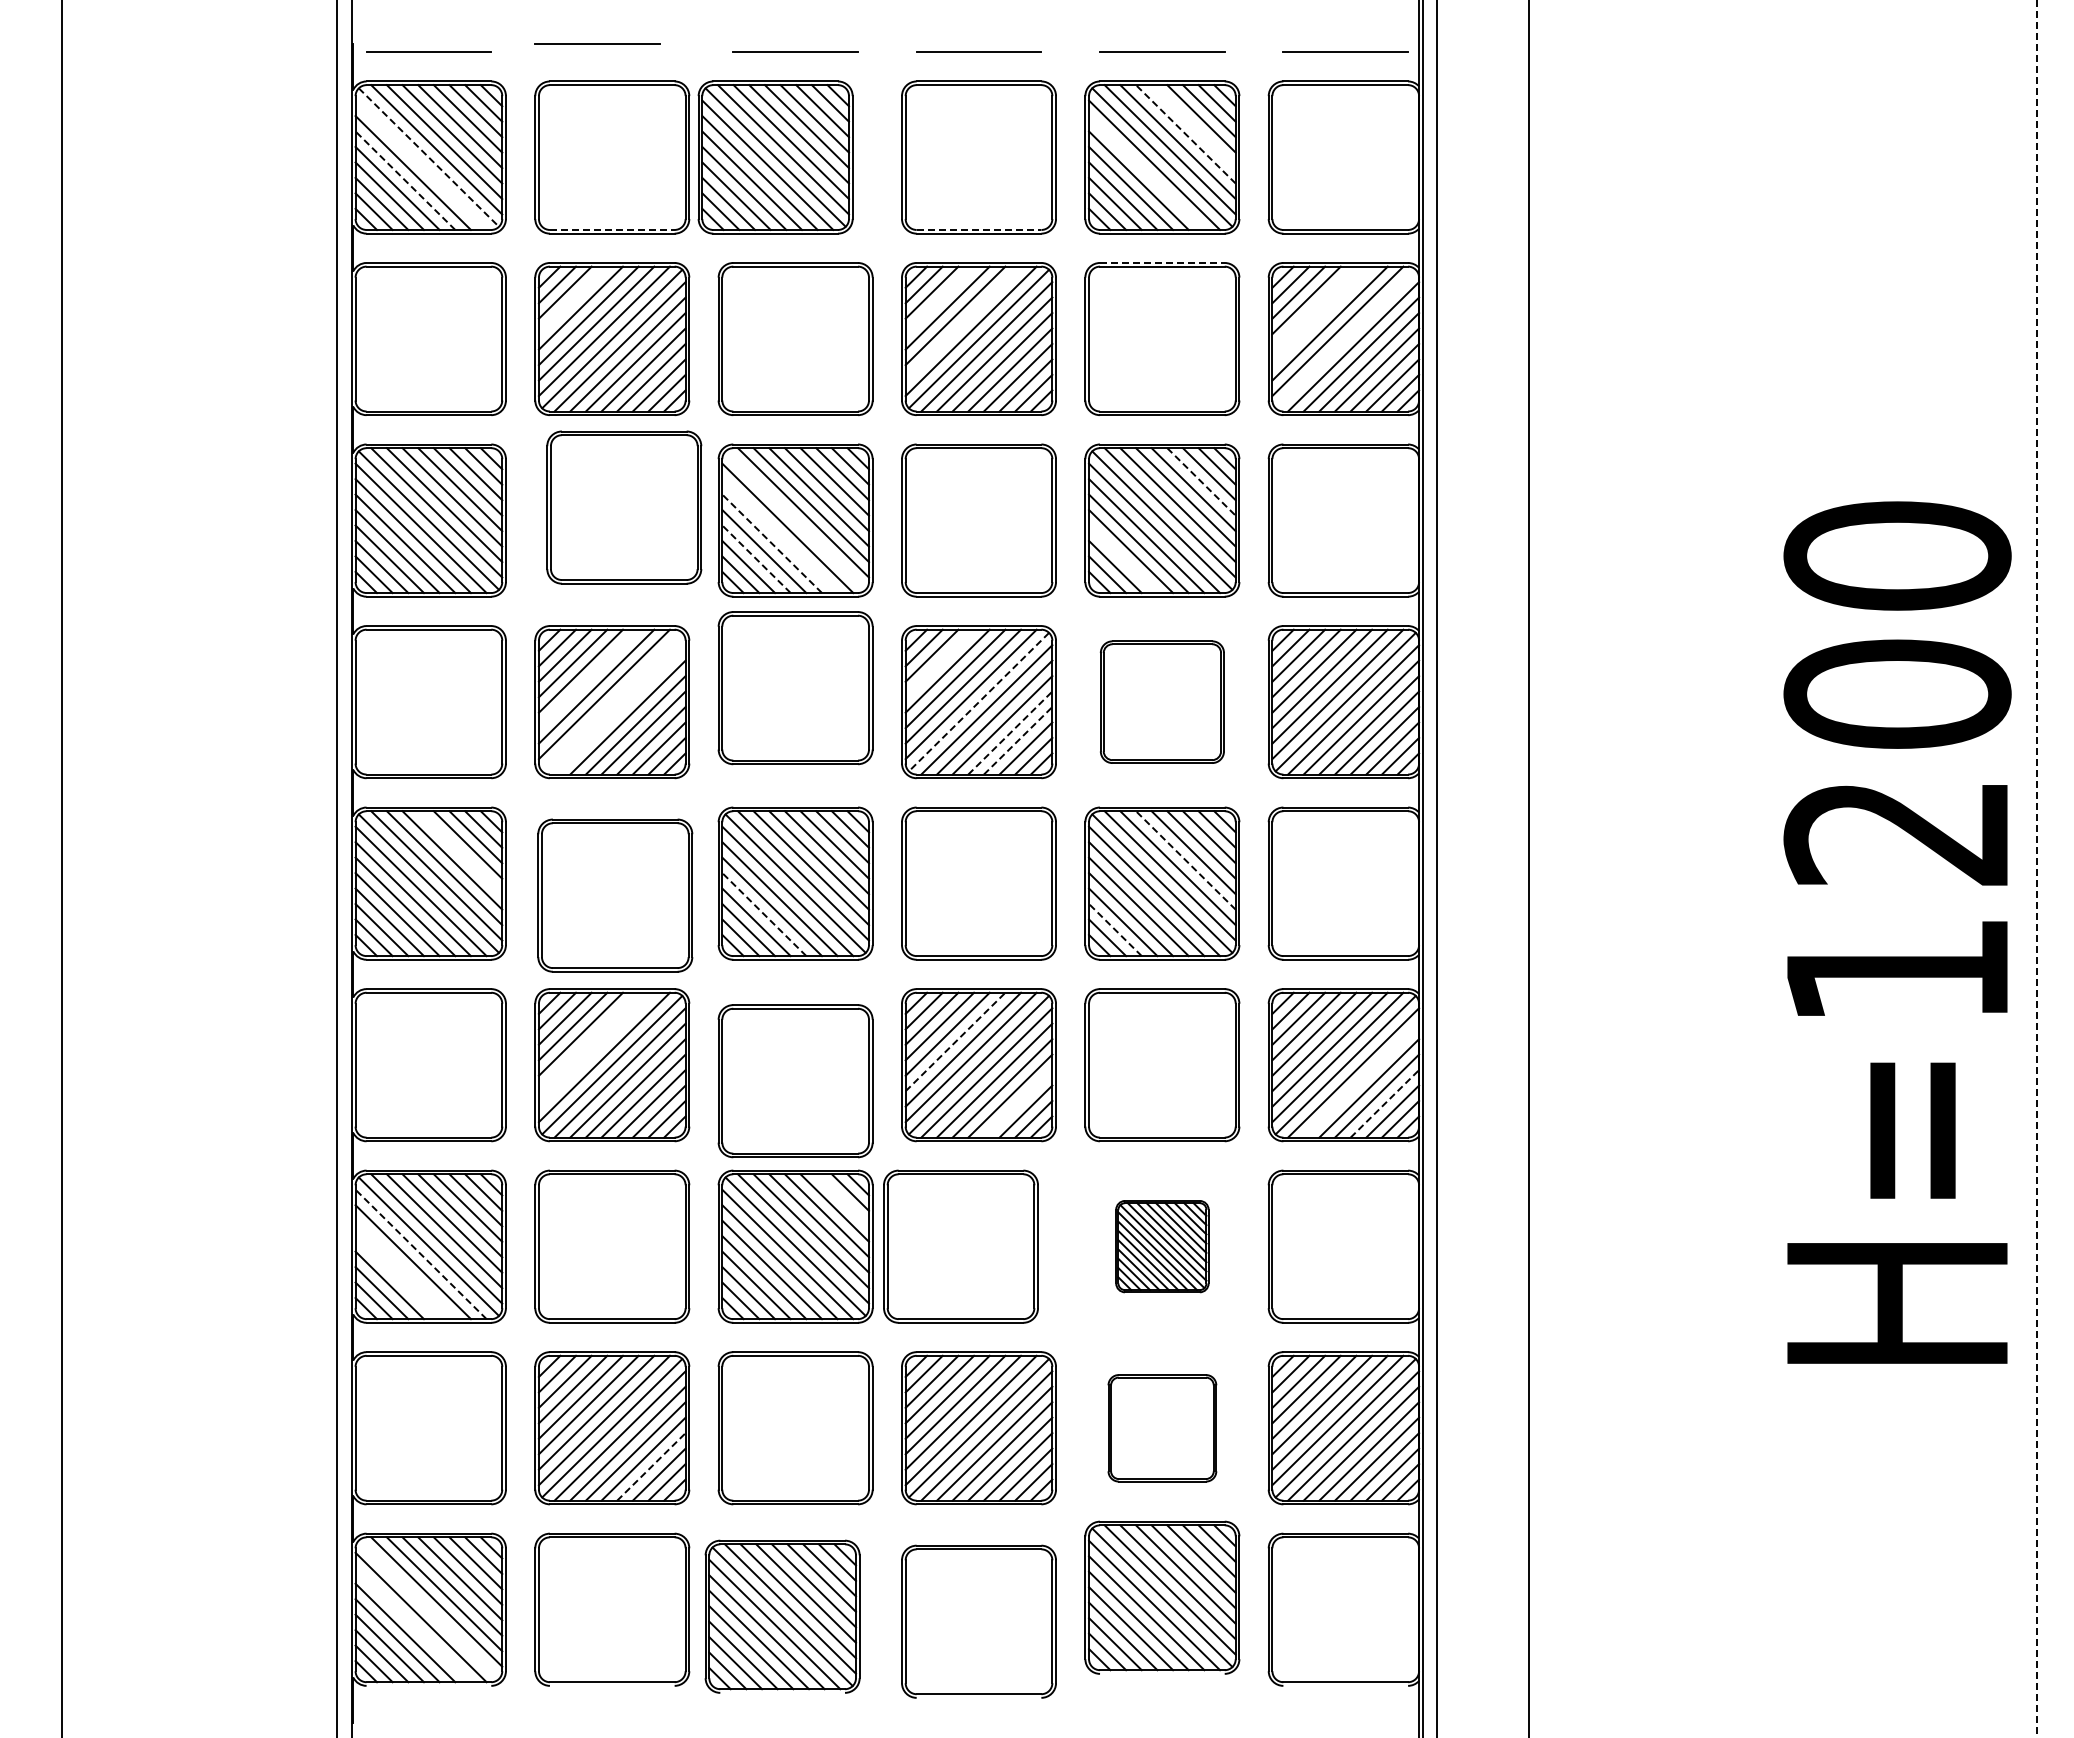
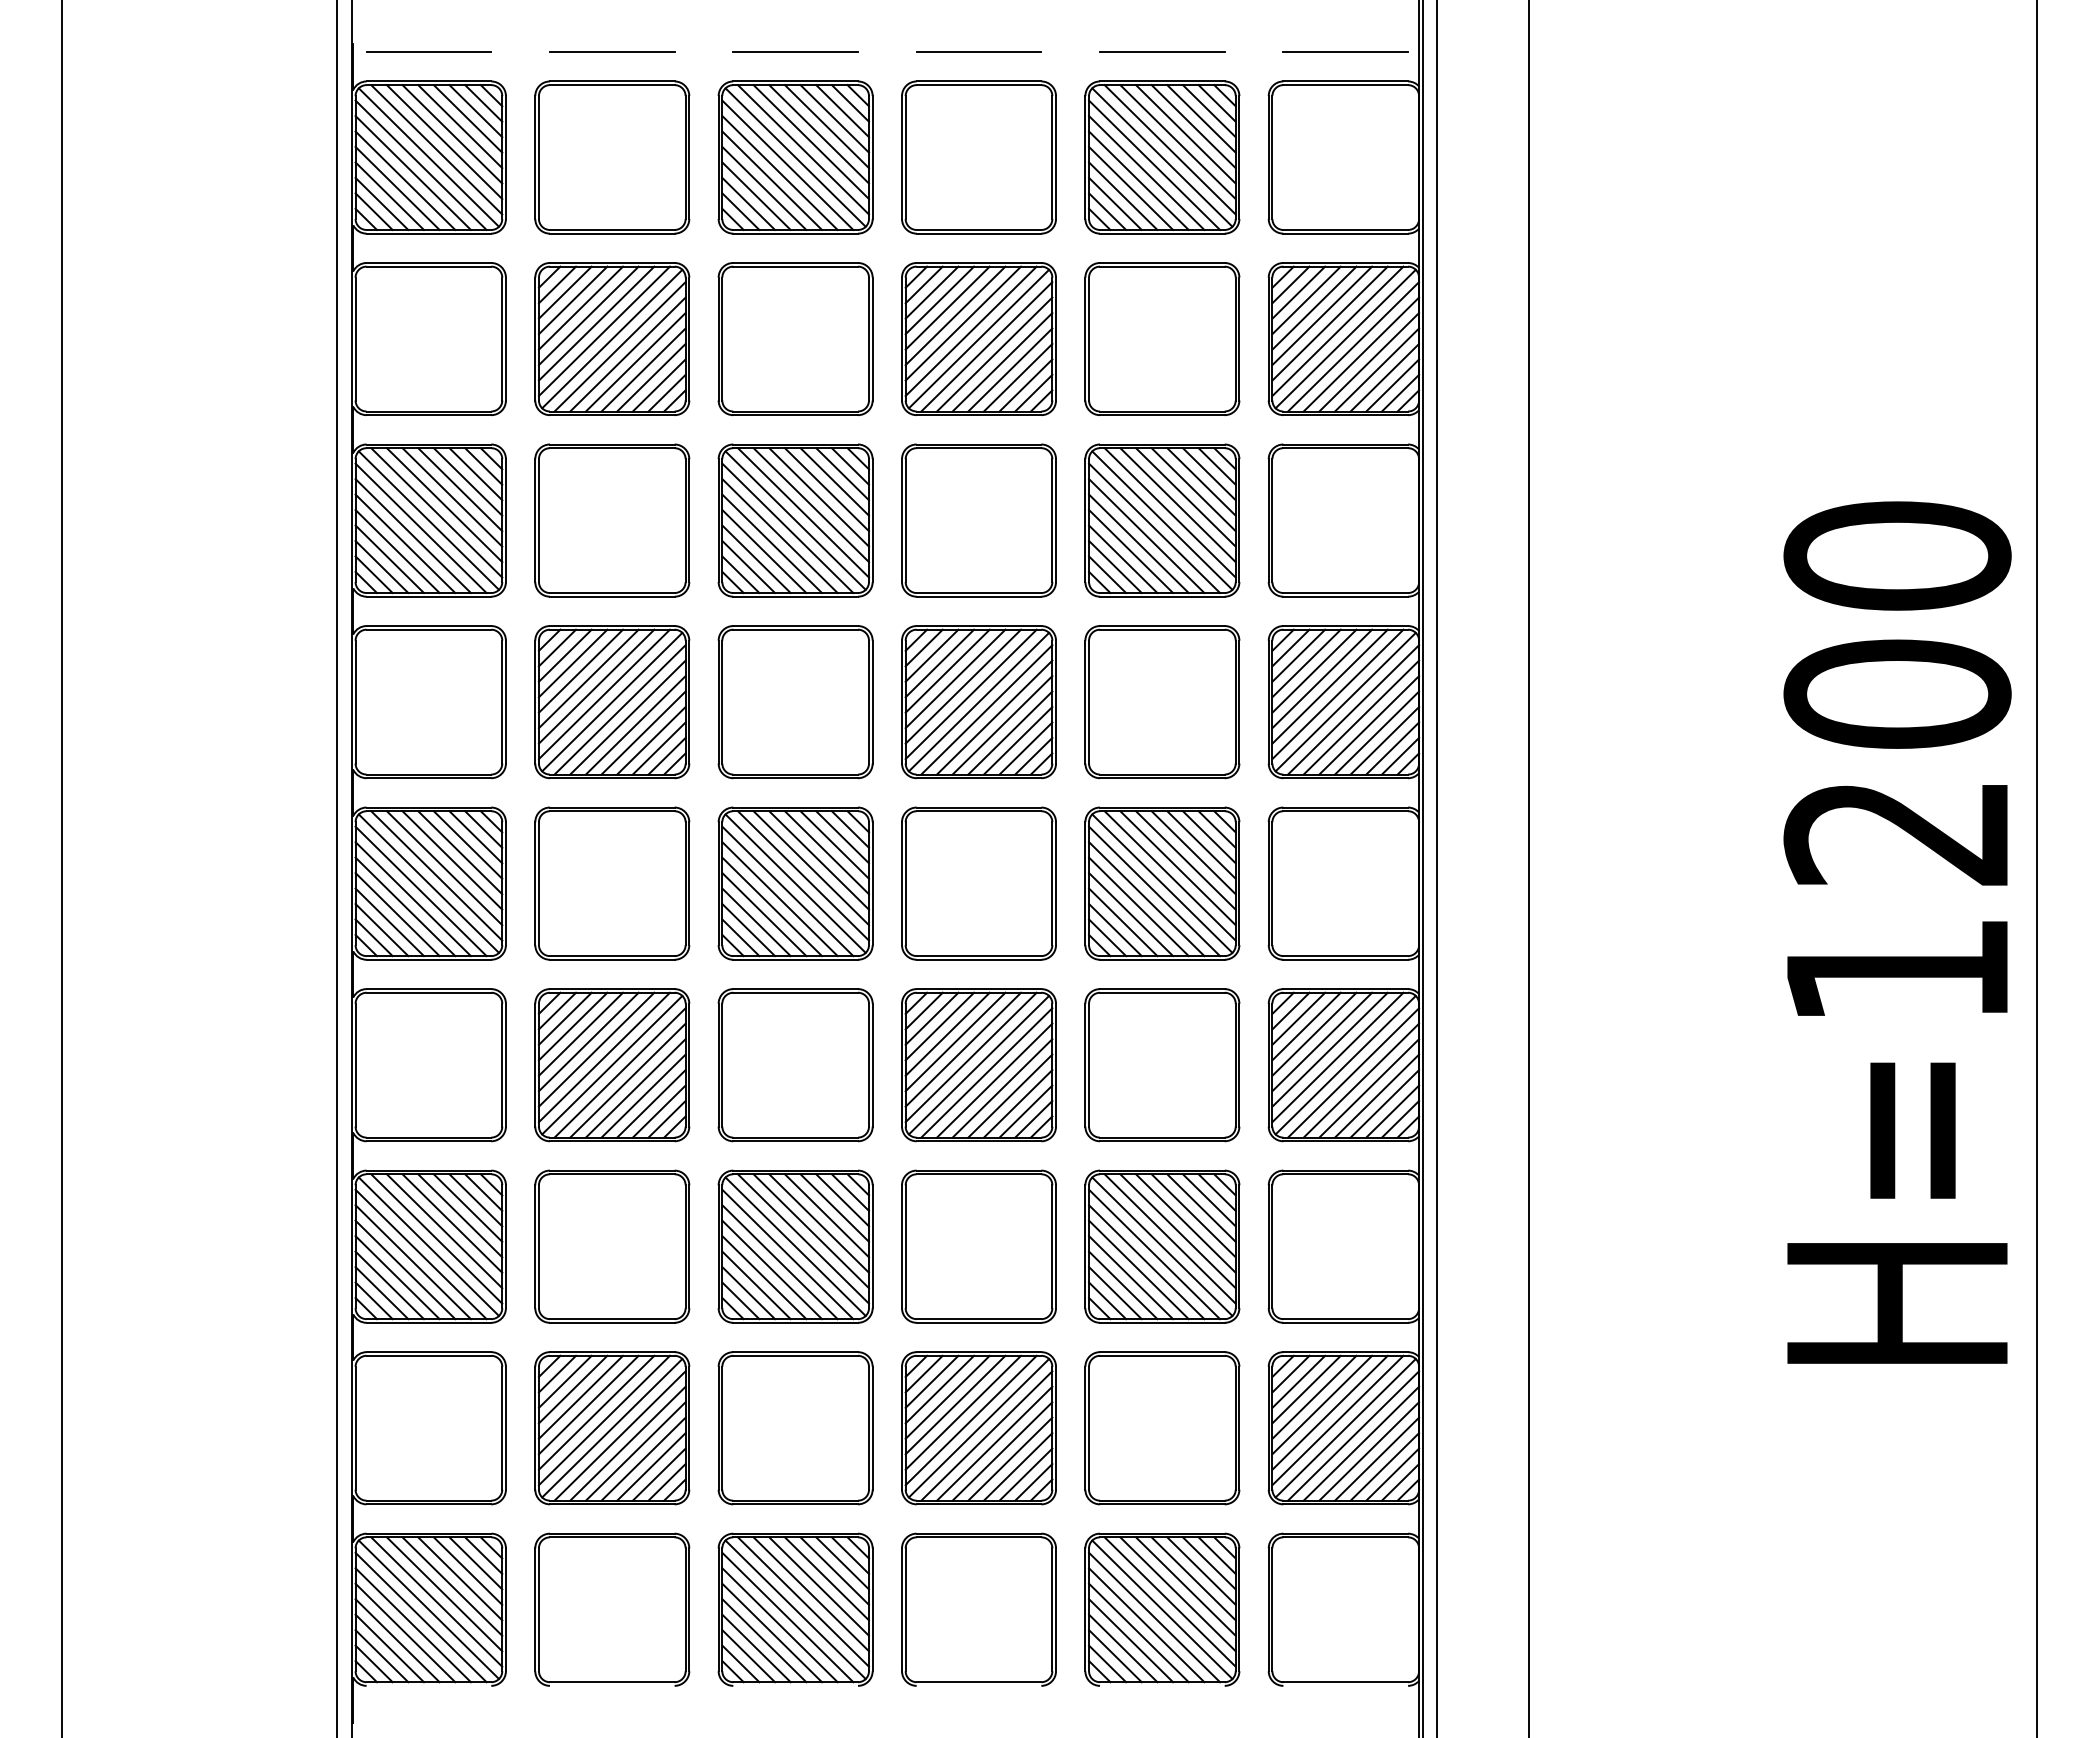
line at (597, 43) position: (597, 43) -> (612, 51)
line at (1193, 126): none -> present
line at (1185, 134): dashed -> solid
line at (428, 157): dashed -> solid
part at (775, 157) position: (775, 157) -> (795, 157)
line at (420, 164): none -> present
line at (1146, 172): none -> present
line at (405, 180): dashed -> solid
line at (612, 229): dashed -> solid
line at (979, 229): dashed -> solid
line at (1162, 262): dashed -> solid
line at (572, 300): none -> present
line at (939, 300): none -> present
line at (1314, 307): none -> present
line at (1322, 315): none -> present
line at (963, 323): none -> present
line at (1345, 338): none -> present
line at (1201, 482): dashed -> solid
part at (624, 507) position: (624, 507) -> (612, 520)
line at (795, 520): none -> present
line at (779, 536): none -> present
line at (771, 543): dashed -> solid
line at (756, 558): dashed -> solid
line at (1123, 559): none -> present
line at (939, 663): none -> present
line at (588, 678): none -> present
part at (795, 688) position: (795, 688) -> (795, 702)
line at (612, 701): none -> present
part at (1161, 701) size: 126x124 px -> 157x155 px
line at (979, 702): dashed -> solid
line at (619, 709): none -> present
line at (1010, 732): dashed -> solid
line at (1018, 740): dashed -> solid
line at (460, 852): none -> present
line at (1185, 860): dashed -> solid
line at (2036, 868): dashed -> solid
part at (615, 895) position: (615, 895) -> (612, 883)
line at (763, 914): dashed -> solid
line at (1115, 929): dashed -> solid
line at (588, 1041): none -> present
line at (955, 1041): dashed -> solid
line at (596, 1049): none -> present
line at (1361, 1080): none -> present
part at (795, 1081) position: (795, 1081) -> (795, 1065)
line at (1017, 1103): none -> present
line at (1385, 1103): dashed -> solid
line at (842, 1200): none -> present
part at (960, 1246) position: (960, 1246) -> (978, 1246)
part at (1162, 1246) size: 95x94 px -> 157x155 px
line at (420, 1254): dashed -> solid
line at (405, 1269): none -> present
line at (397, 1277): none -> present
part at (1162, 1428) size: 111x109 px -> 157x155 px
line at (651, 1466): dashed -> solid
part at (1162, 1597) position: (1162, 1597) -> (1162, 1609)
line at (428, 1609): none -> present
part at (782, 1616) position: (782, 1616) -> (795, 1609)
part at (978, 1621) position: (978, 1621) -> (978, 1609)
line at (412, 1625): none -> present
